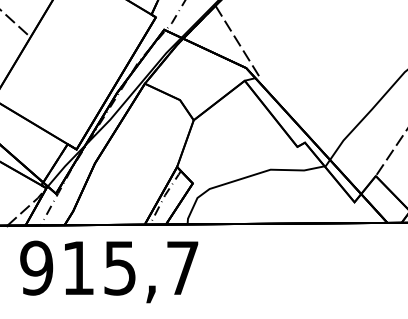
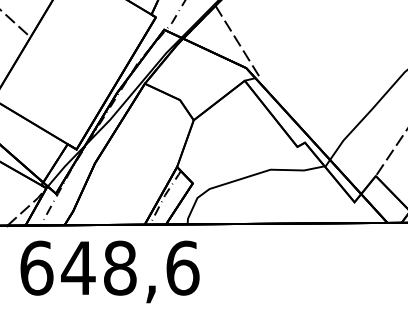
text at (109, 267): 915,7 -> 648,6
